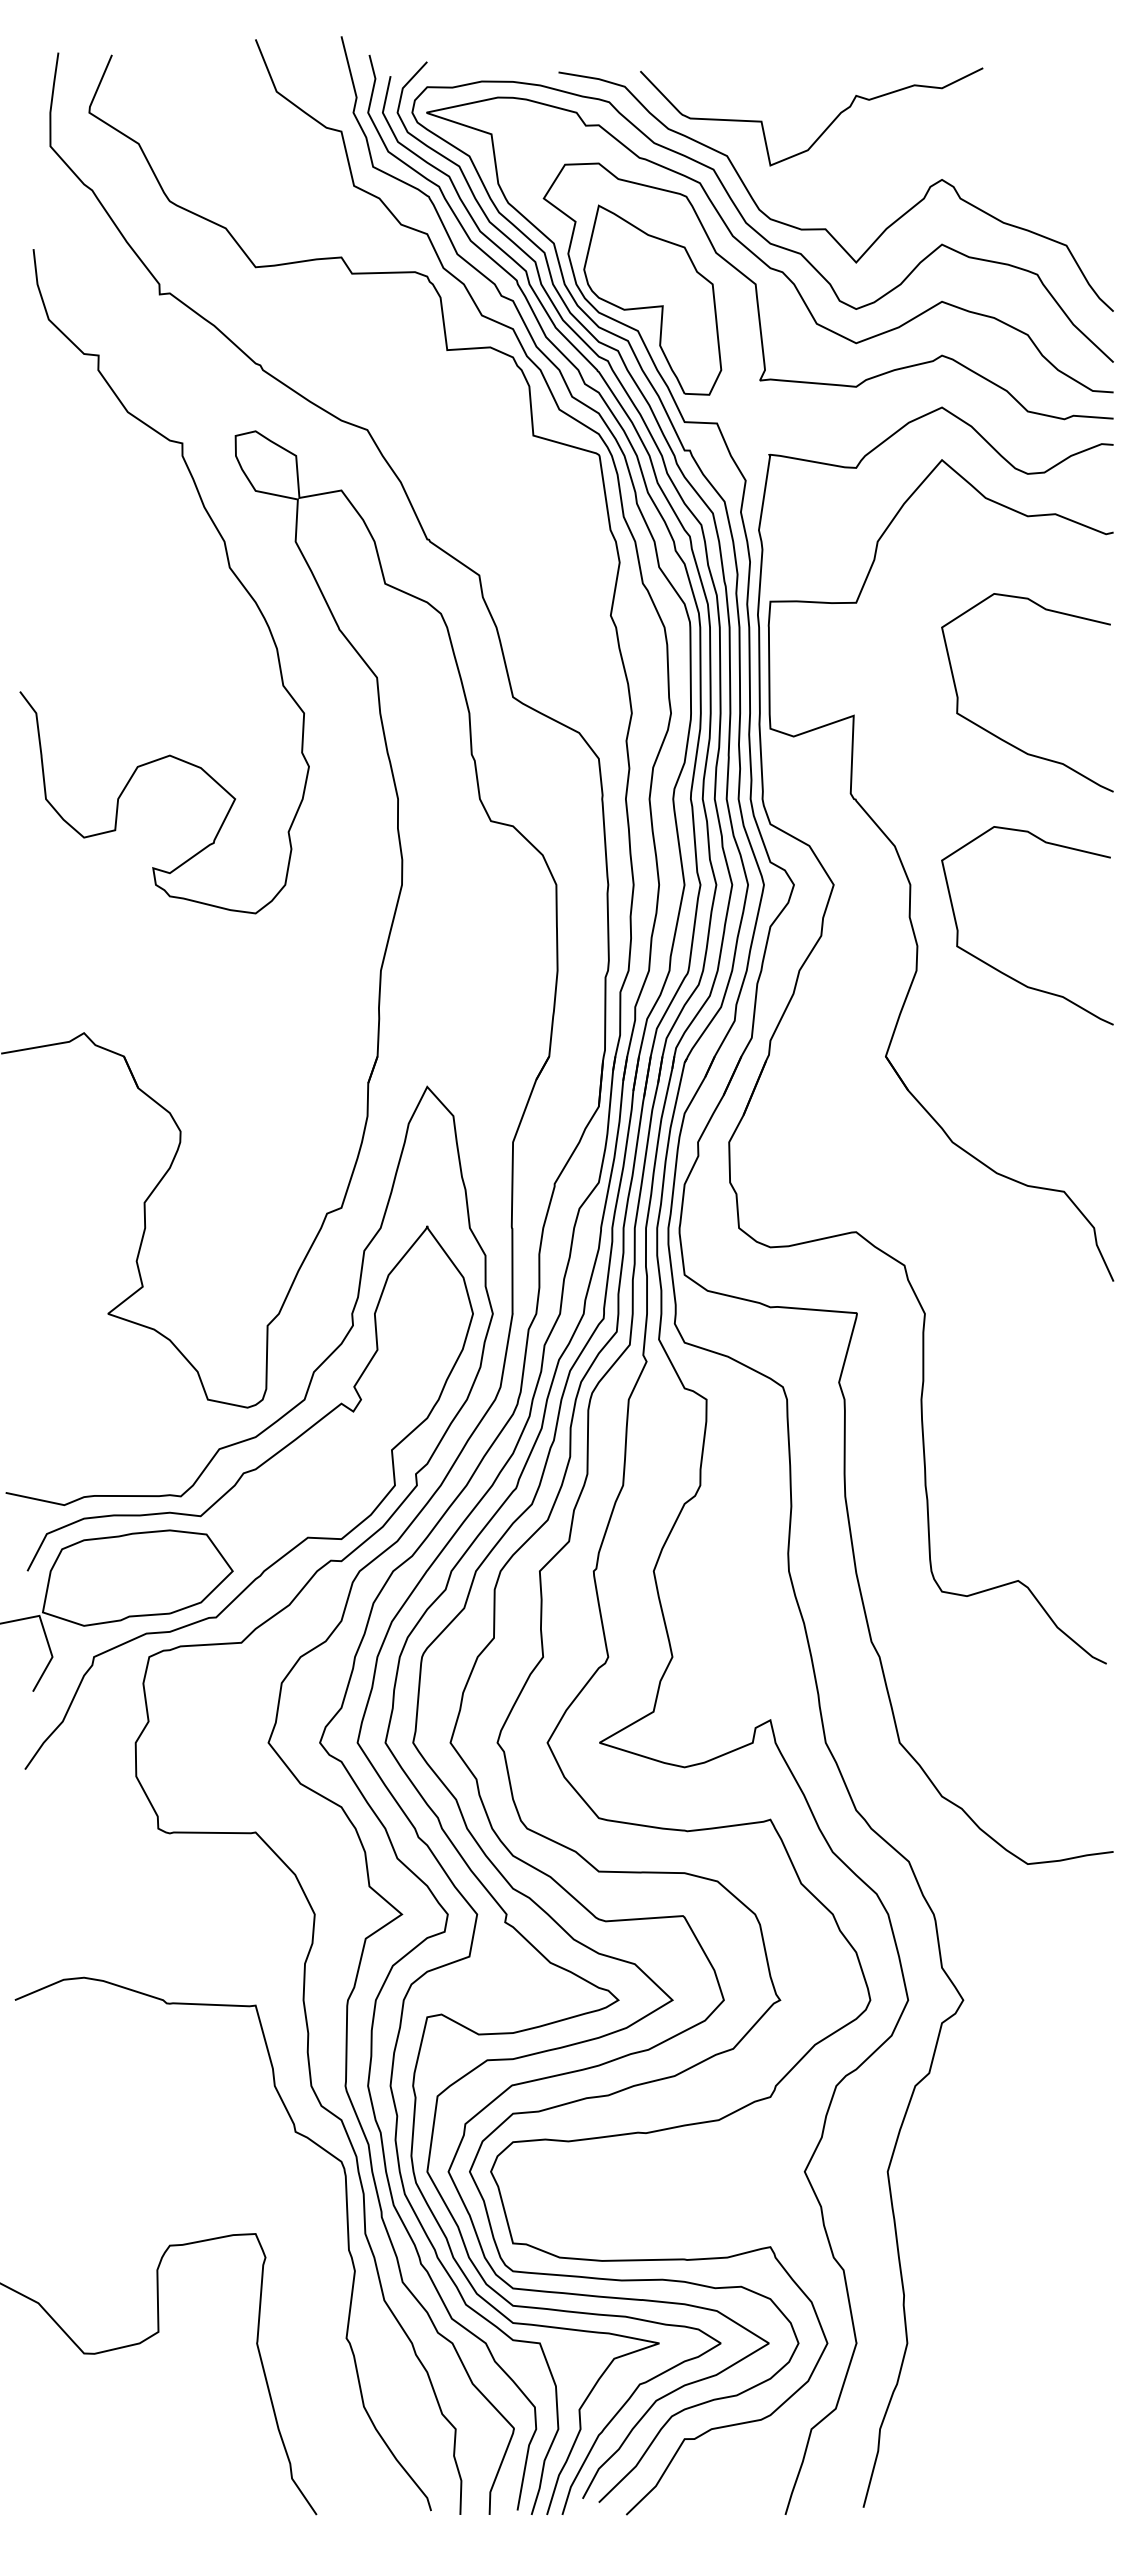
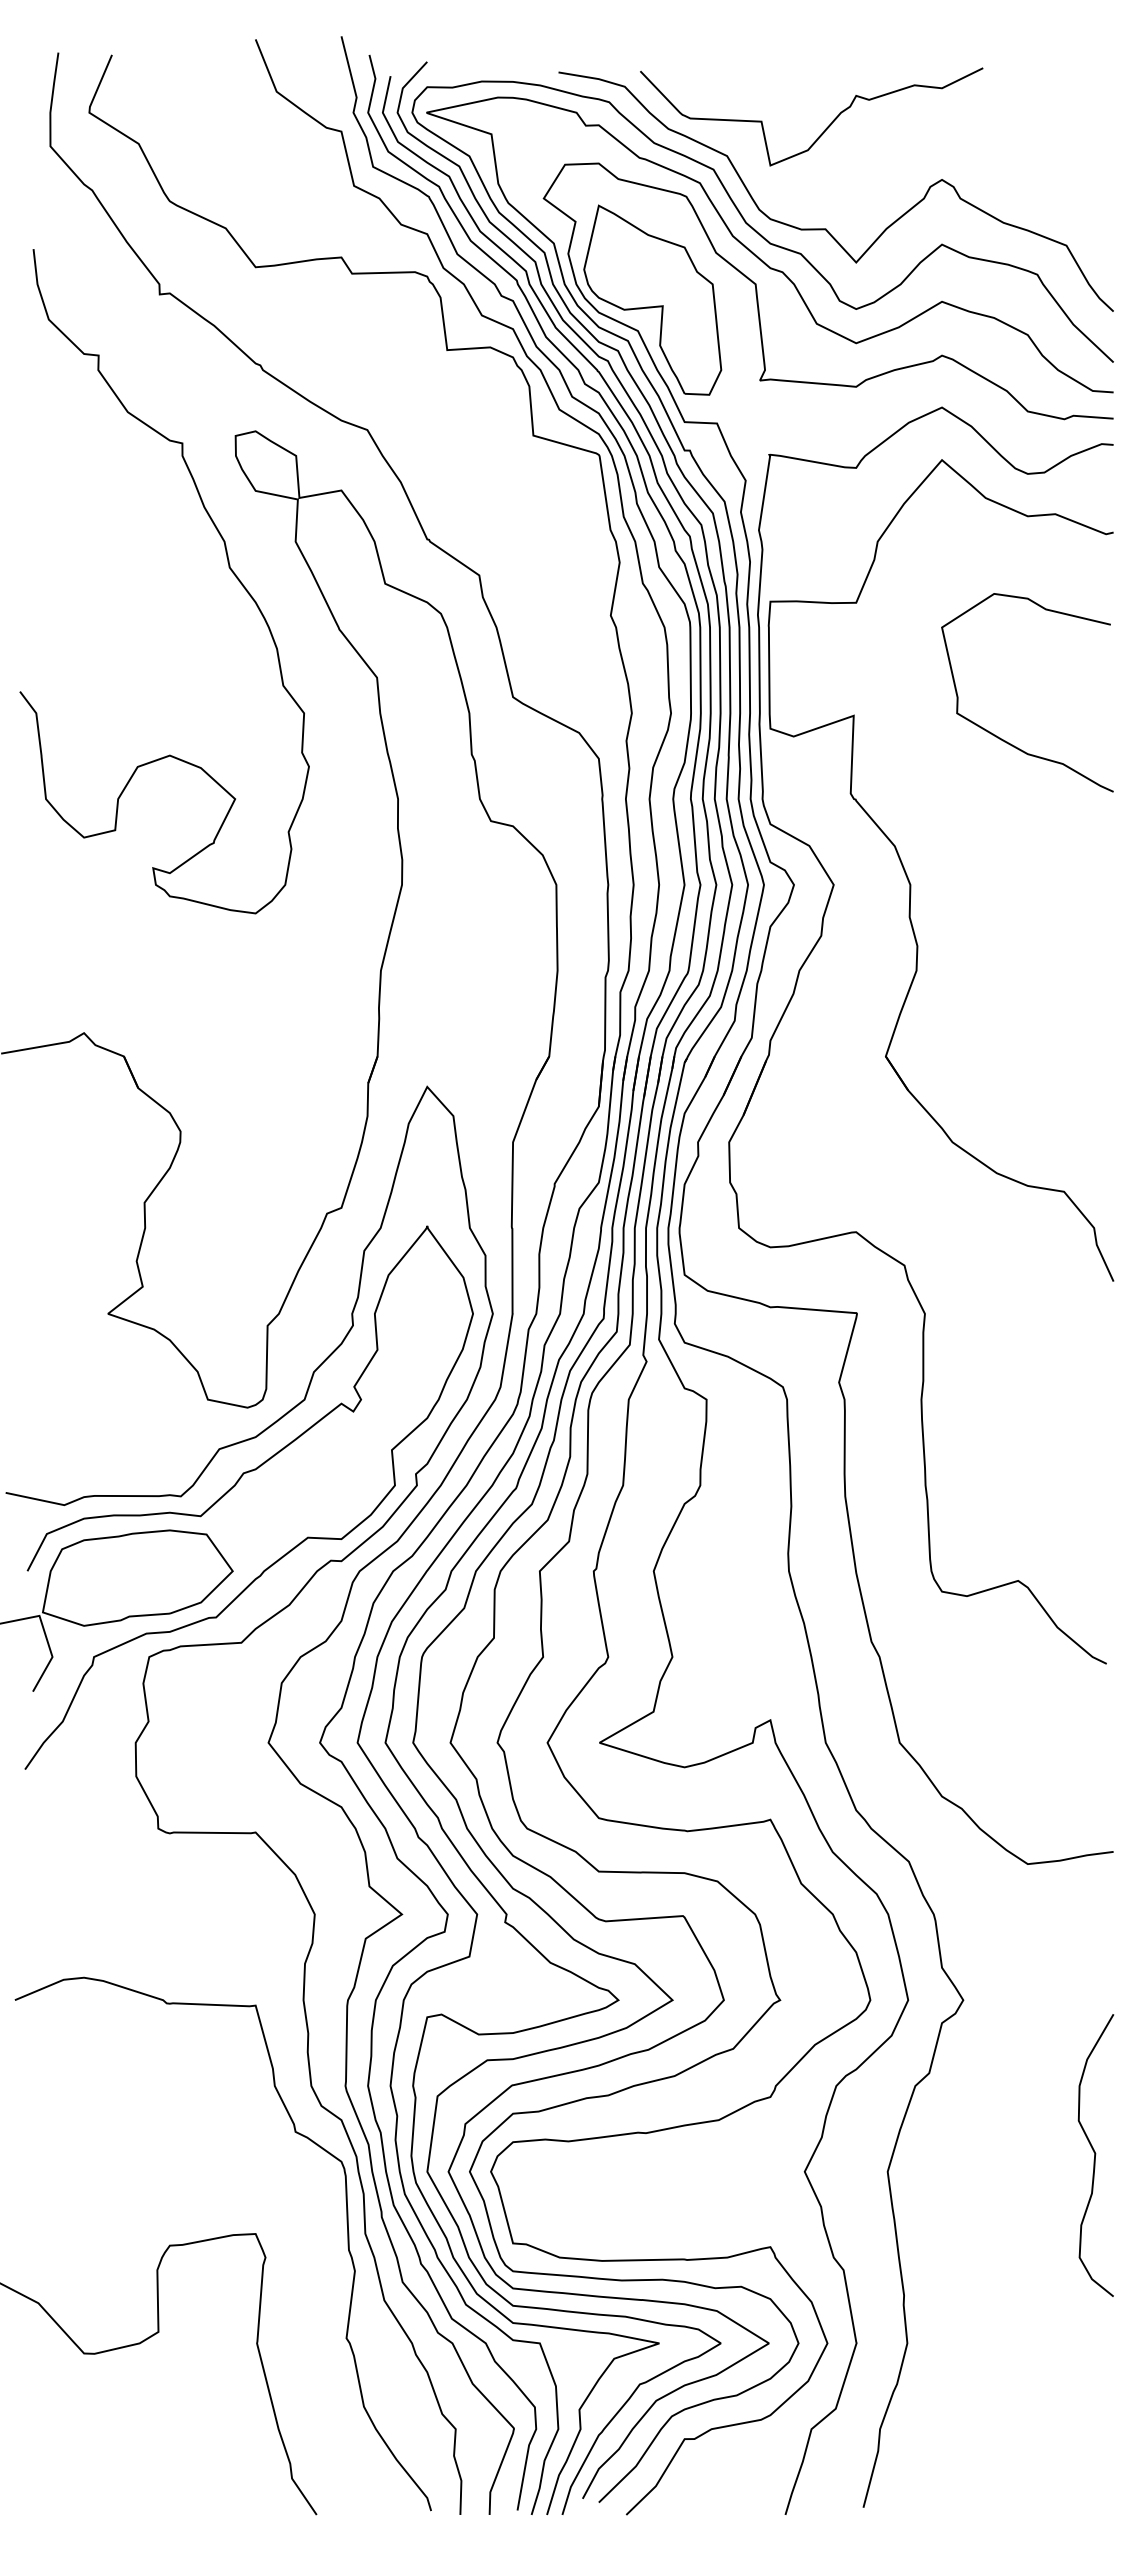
curve at (1000, 970): present -> none
curve at (1095, 2155): none -> present
